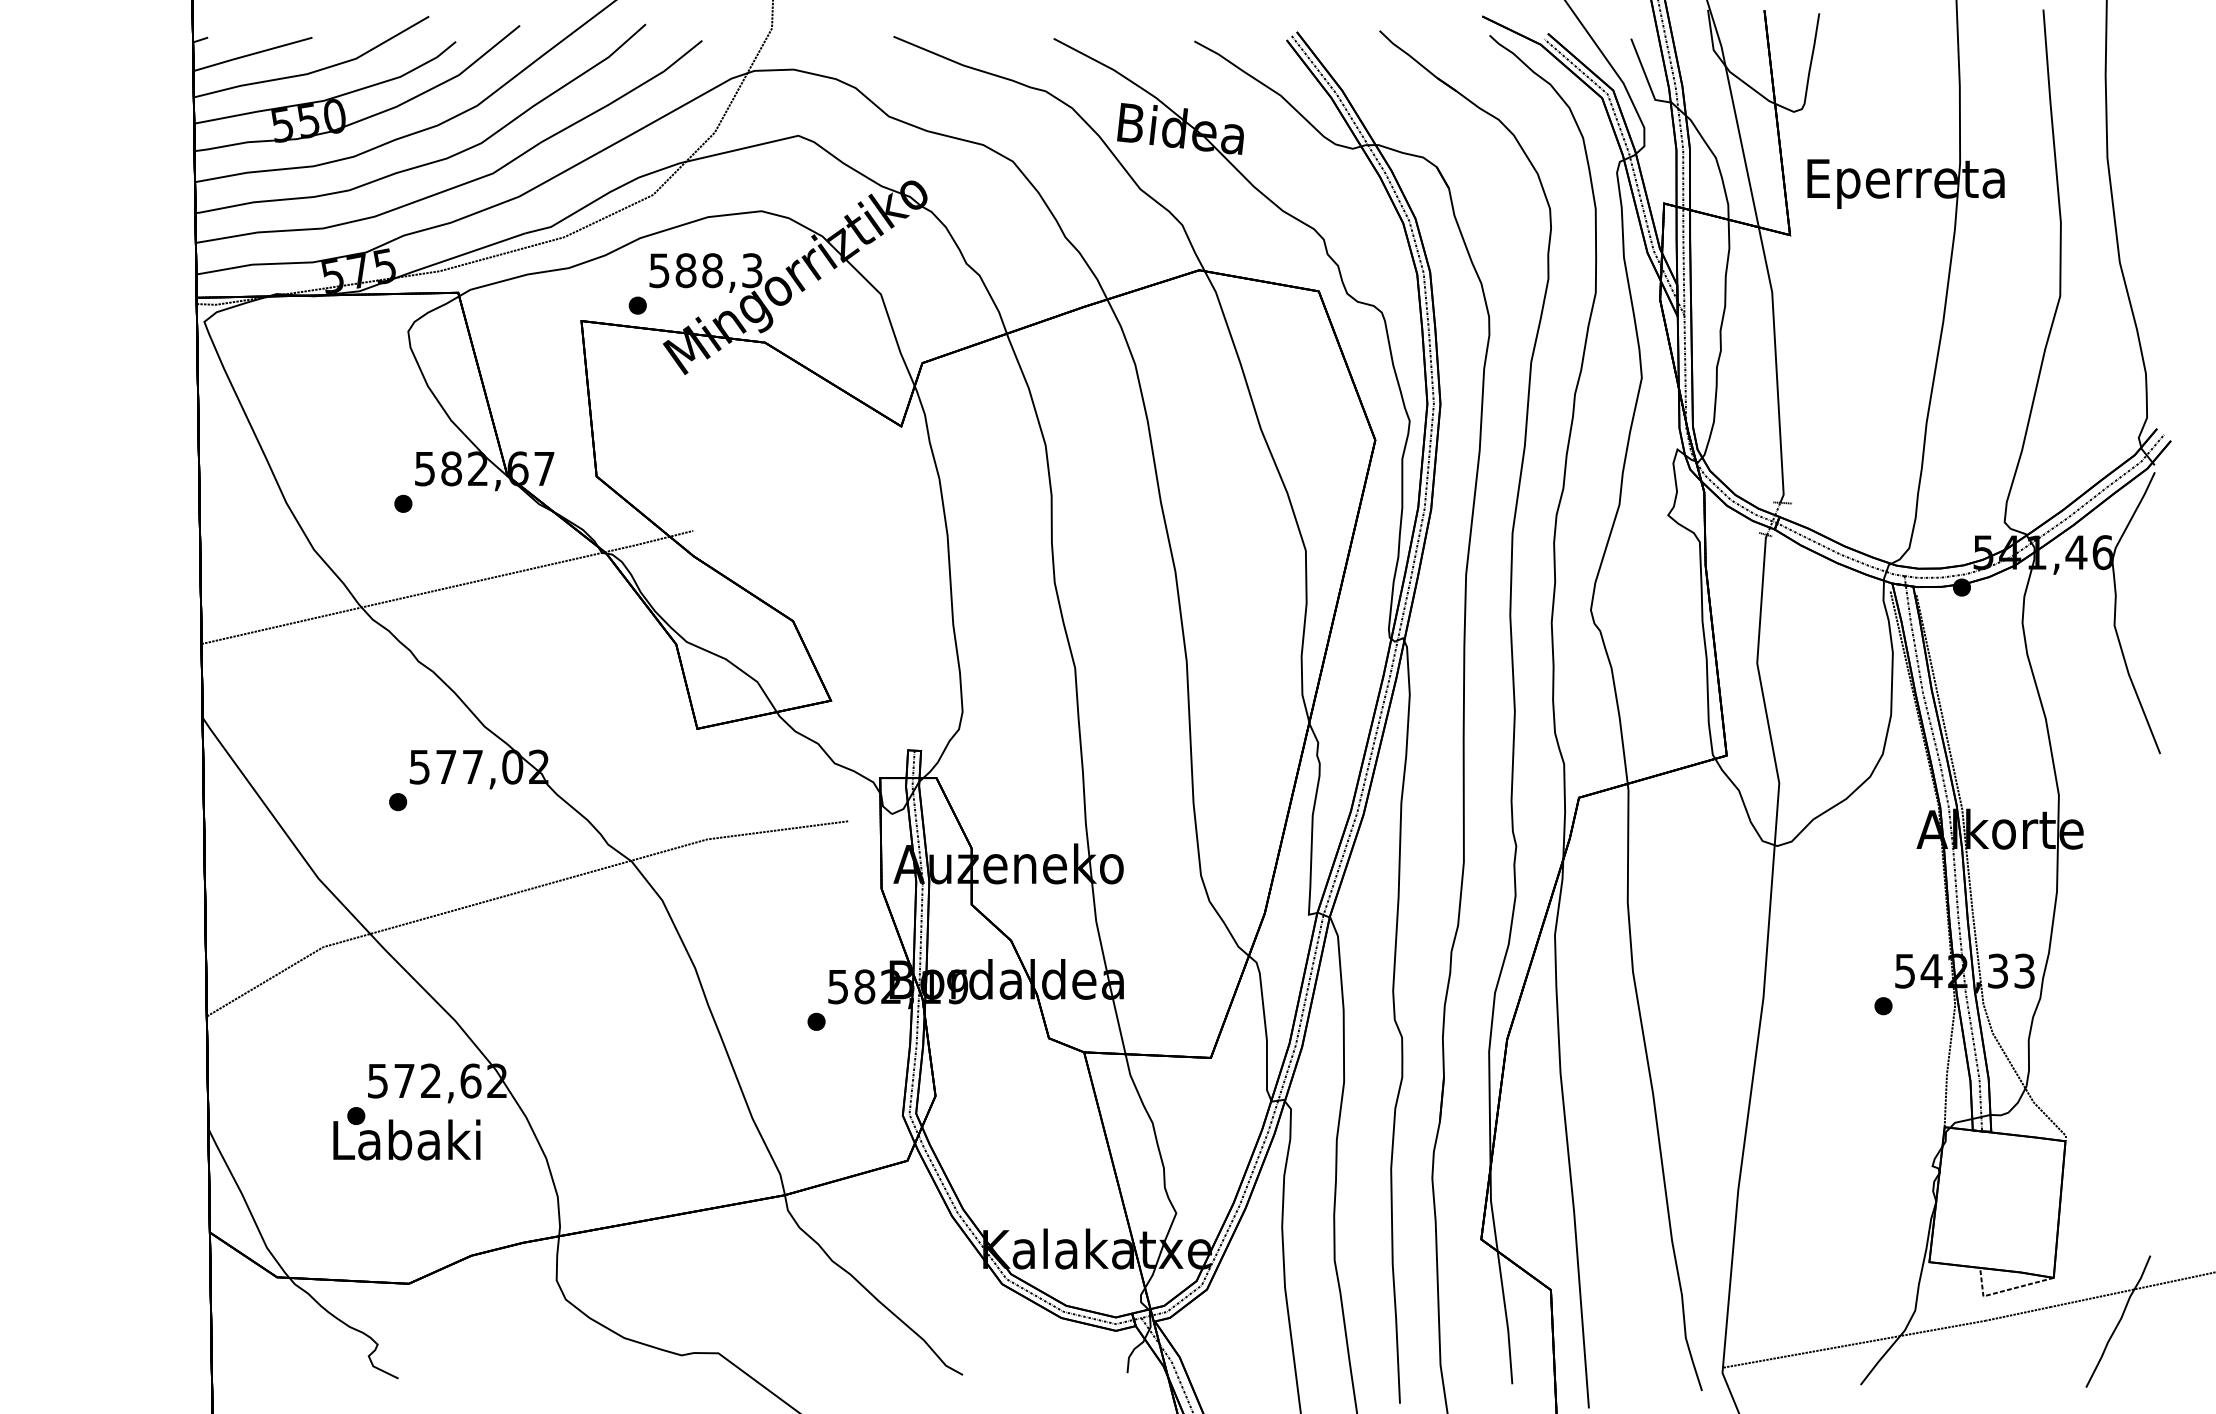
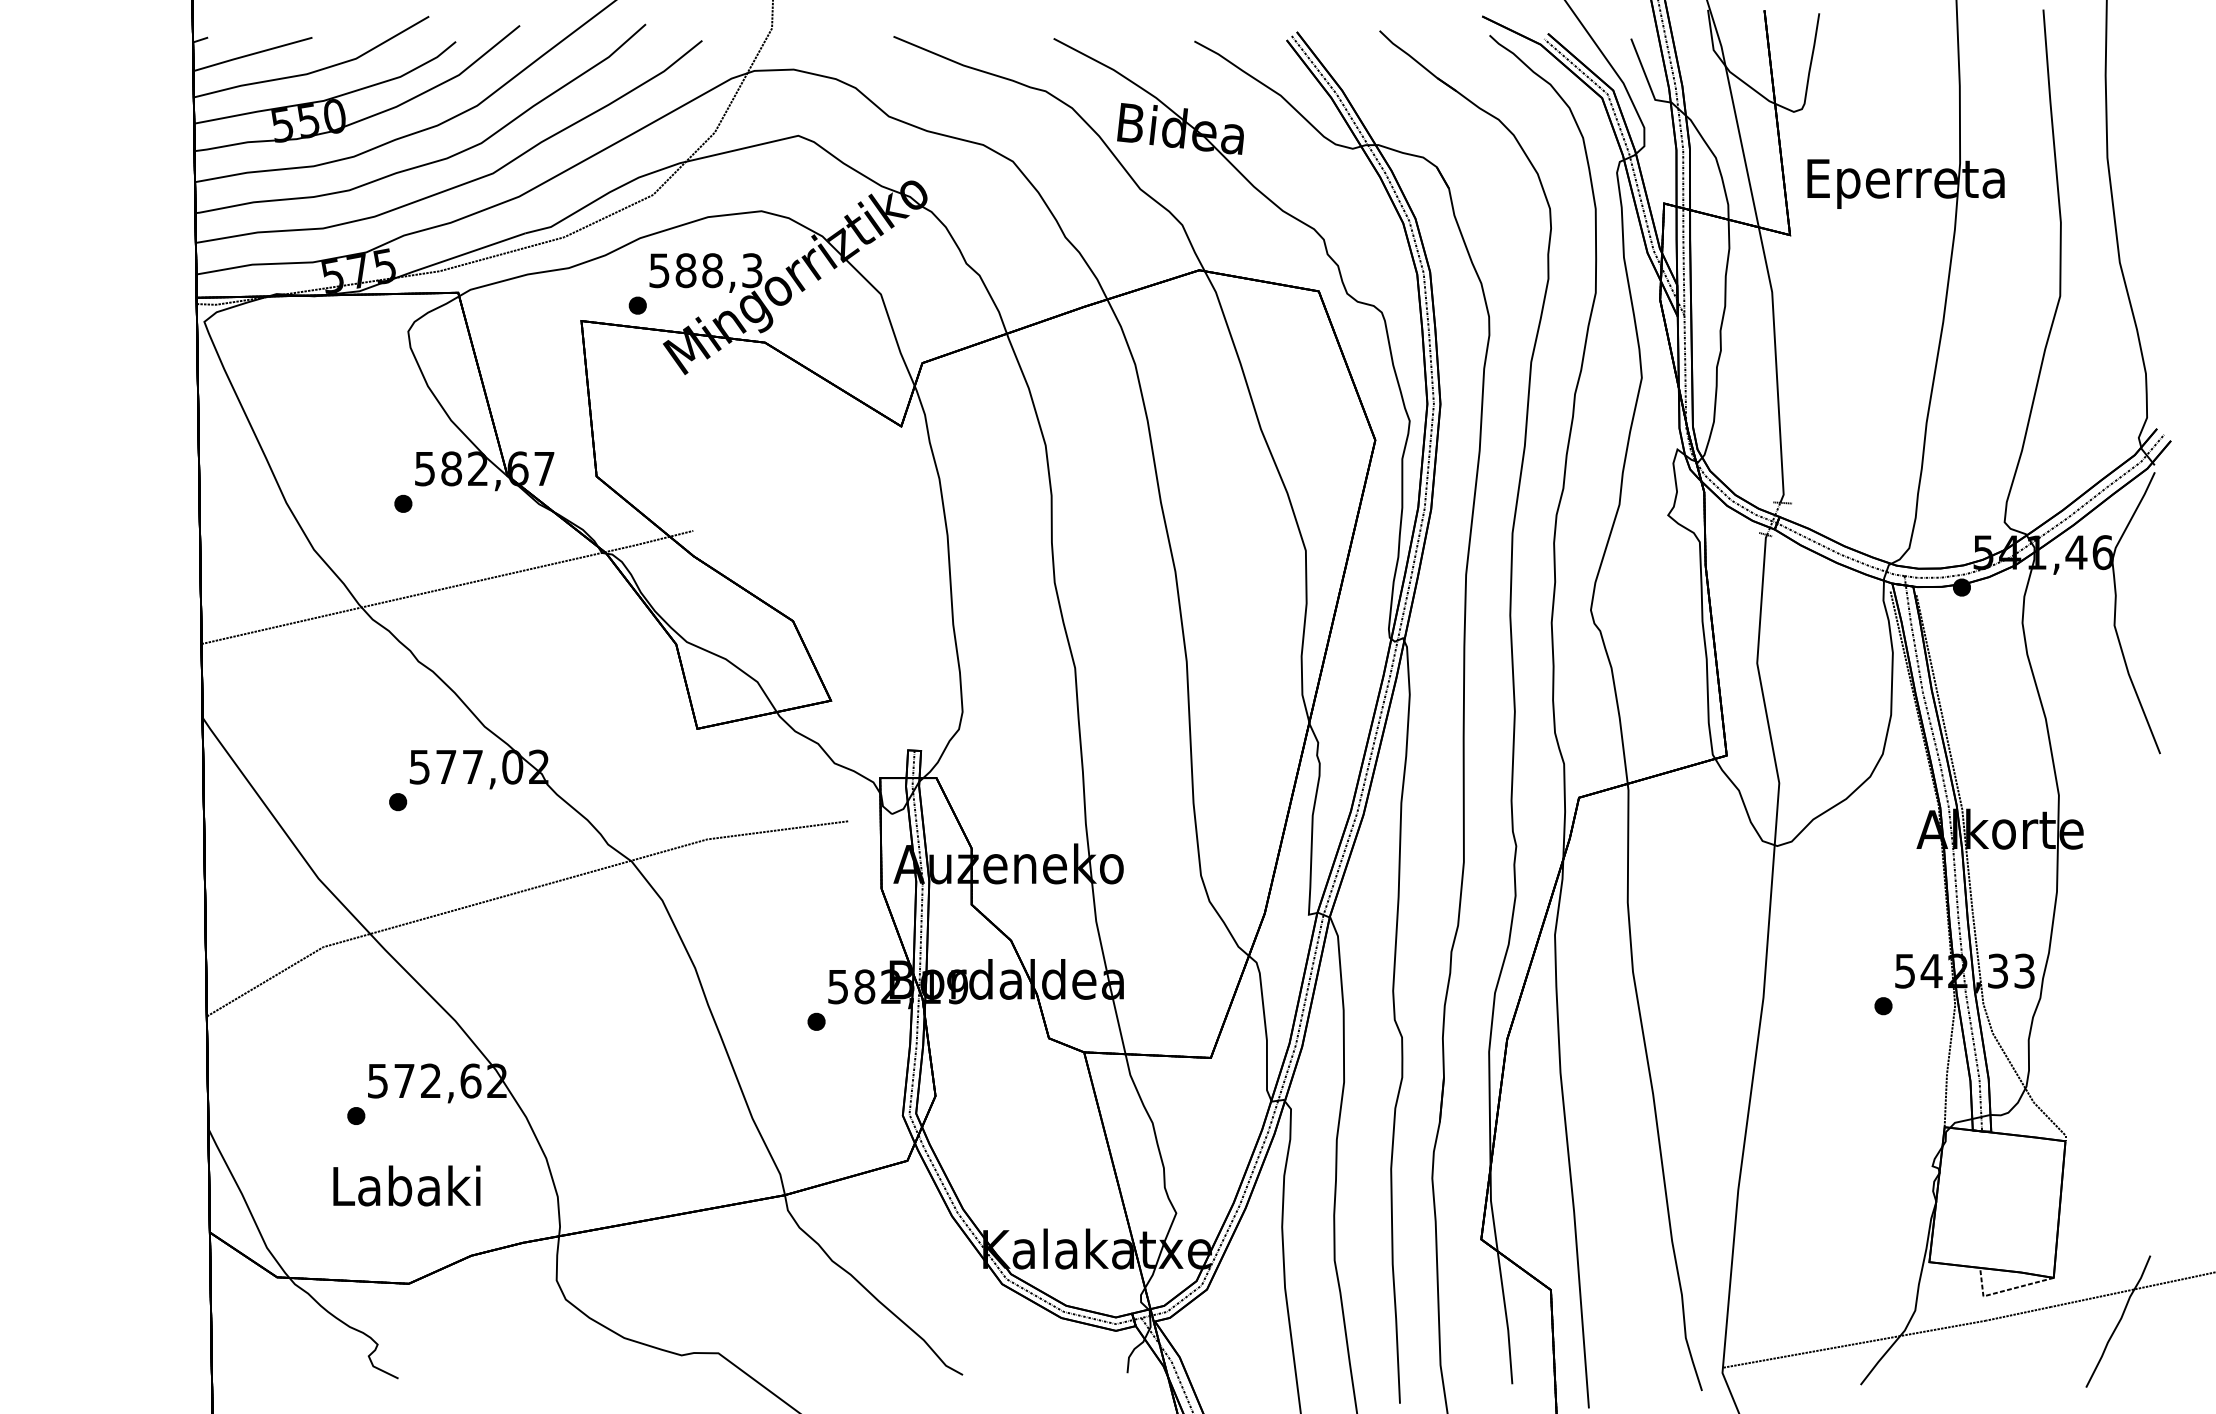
text at (406, 1139) position: (406, 1139) -> (406, 1185)
